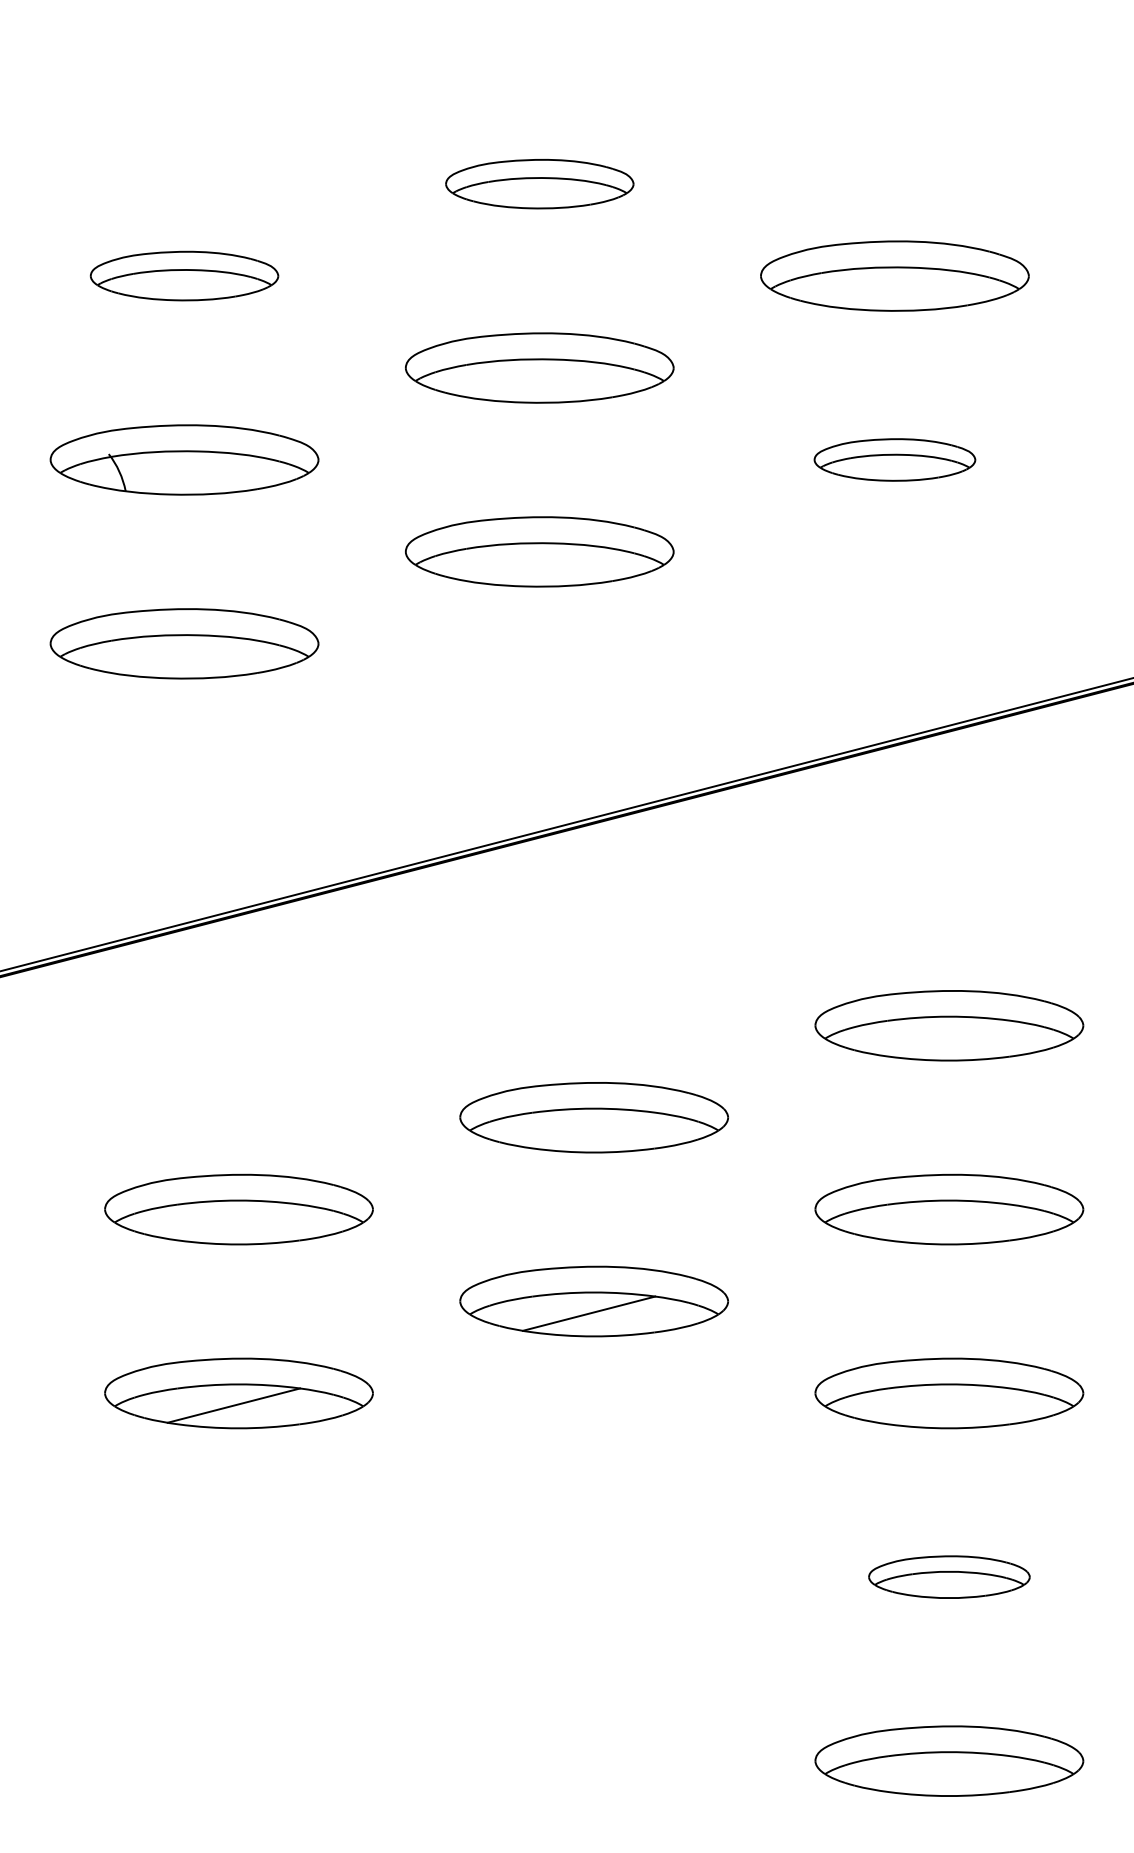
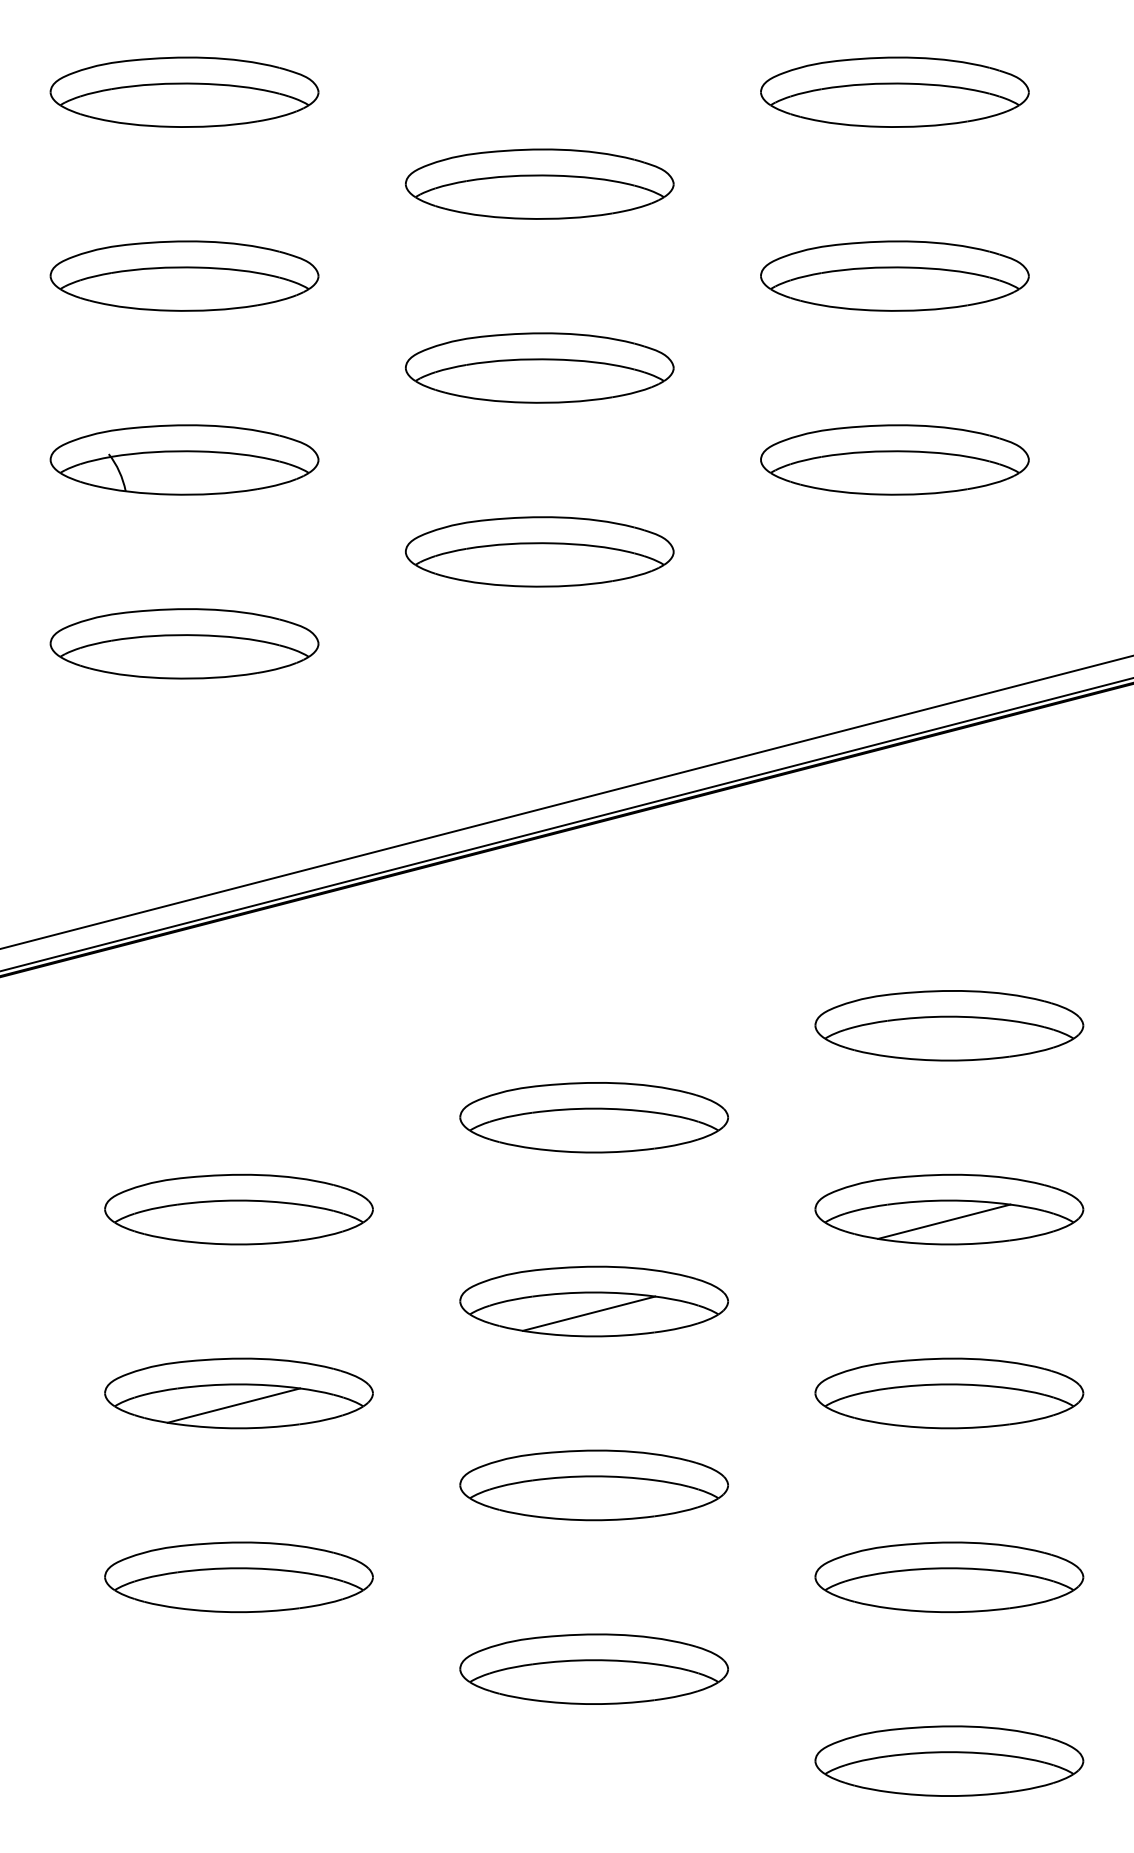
part at (184, 91): none -> present
part at (894, 91): none -> present
part at (539, 184) size: 190x51 px -> 270x72 px
part at (184, 275) size: 191x52 px -> 271x72 px
part at (894, 459) size: 164x44 px -> 270x72 px
line at (566, 802): none -> present
line at (944, 1221): none -> present
part at (593, 1485): none -> present
part at (238, 1576): none -> present
part at (949, 1576) size: 163x44 px -> 271x72 px
part at (593, 1668): none -> present
